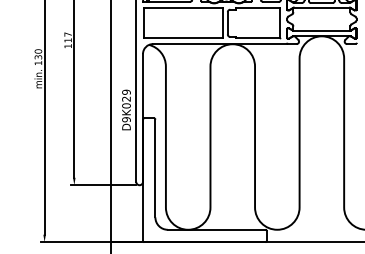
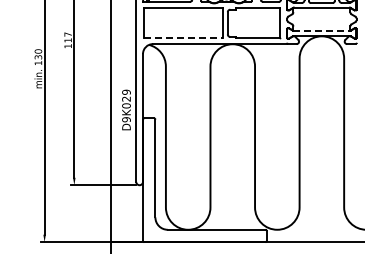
line at (321, 30): solid -> dashed
line at (183, 38): solid -> dashed
